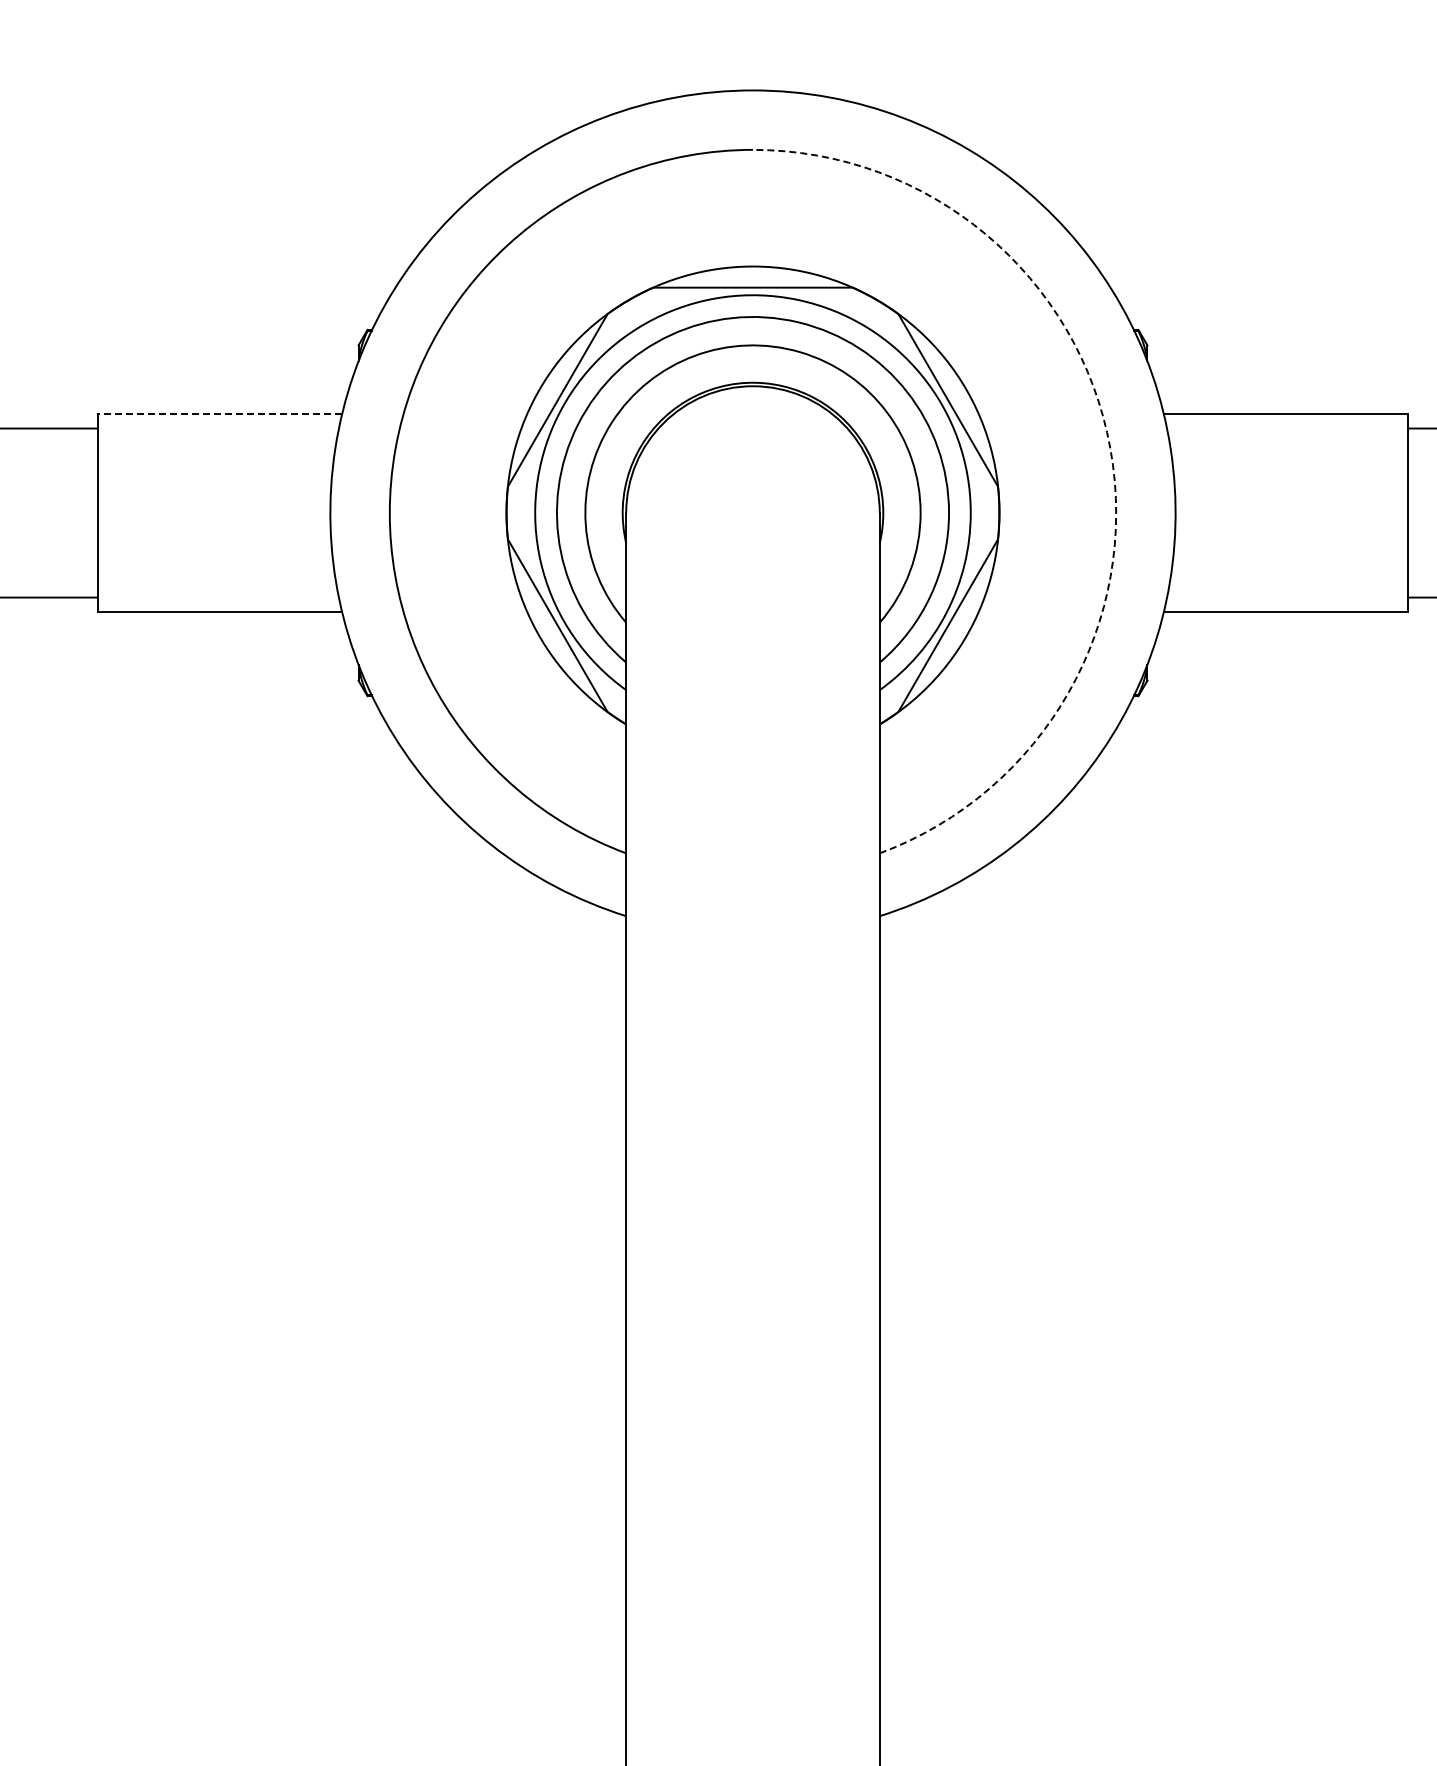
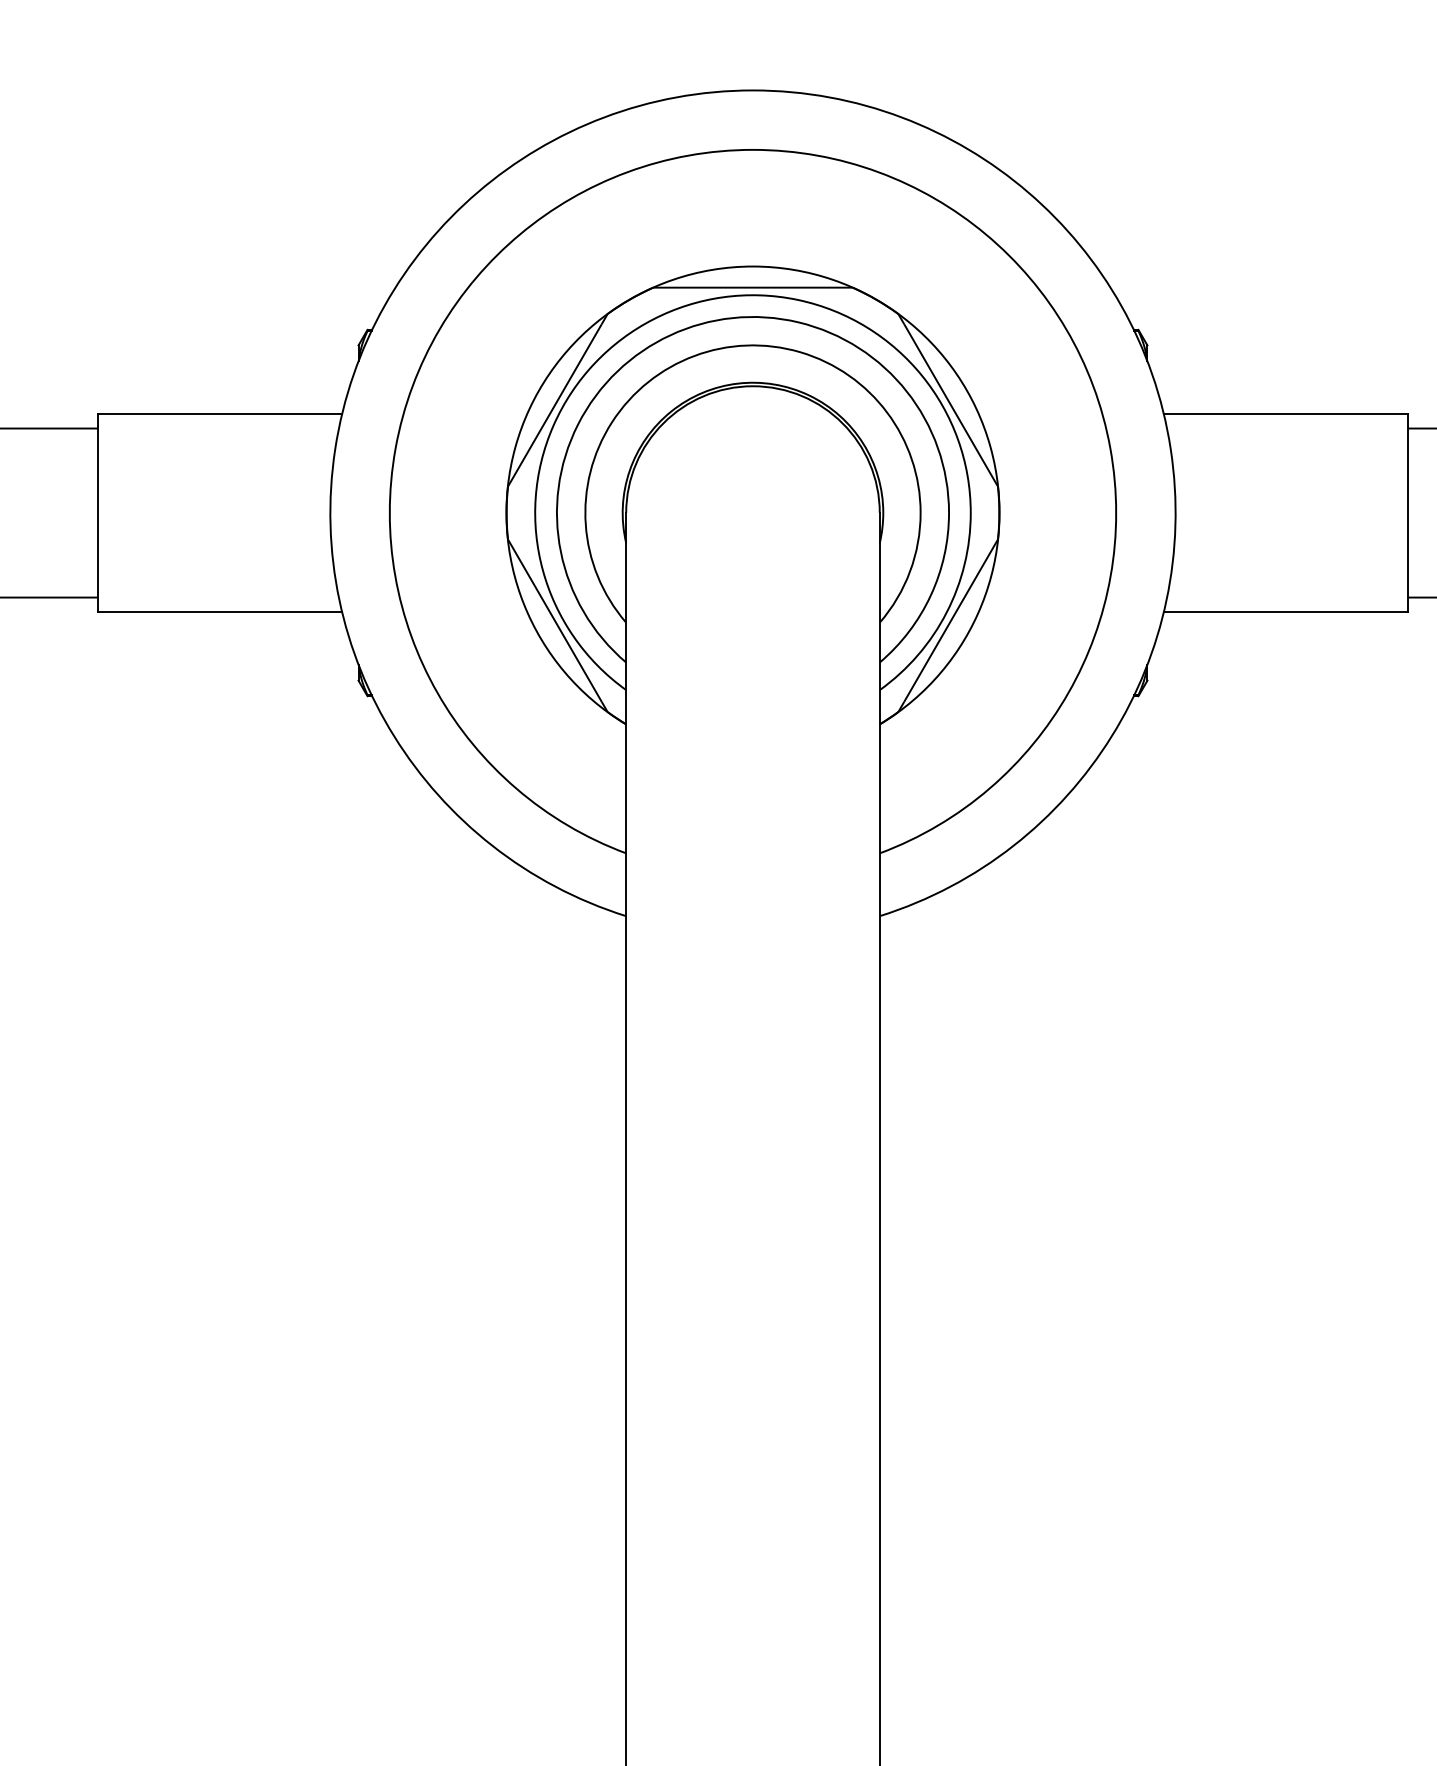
line at (219, 414): dashed -> solid
arc at (1110, 448): dashed -> solid
